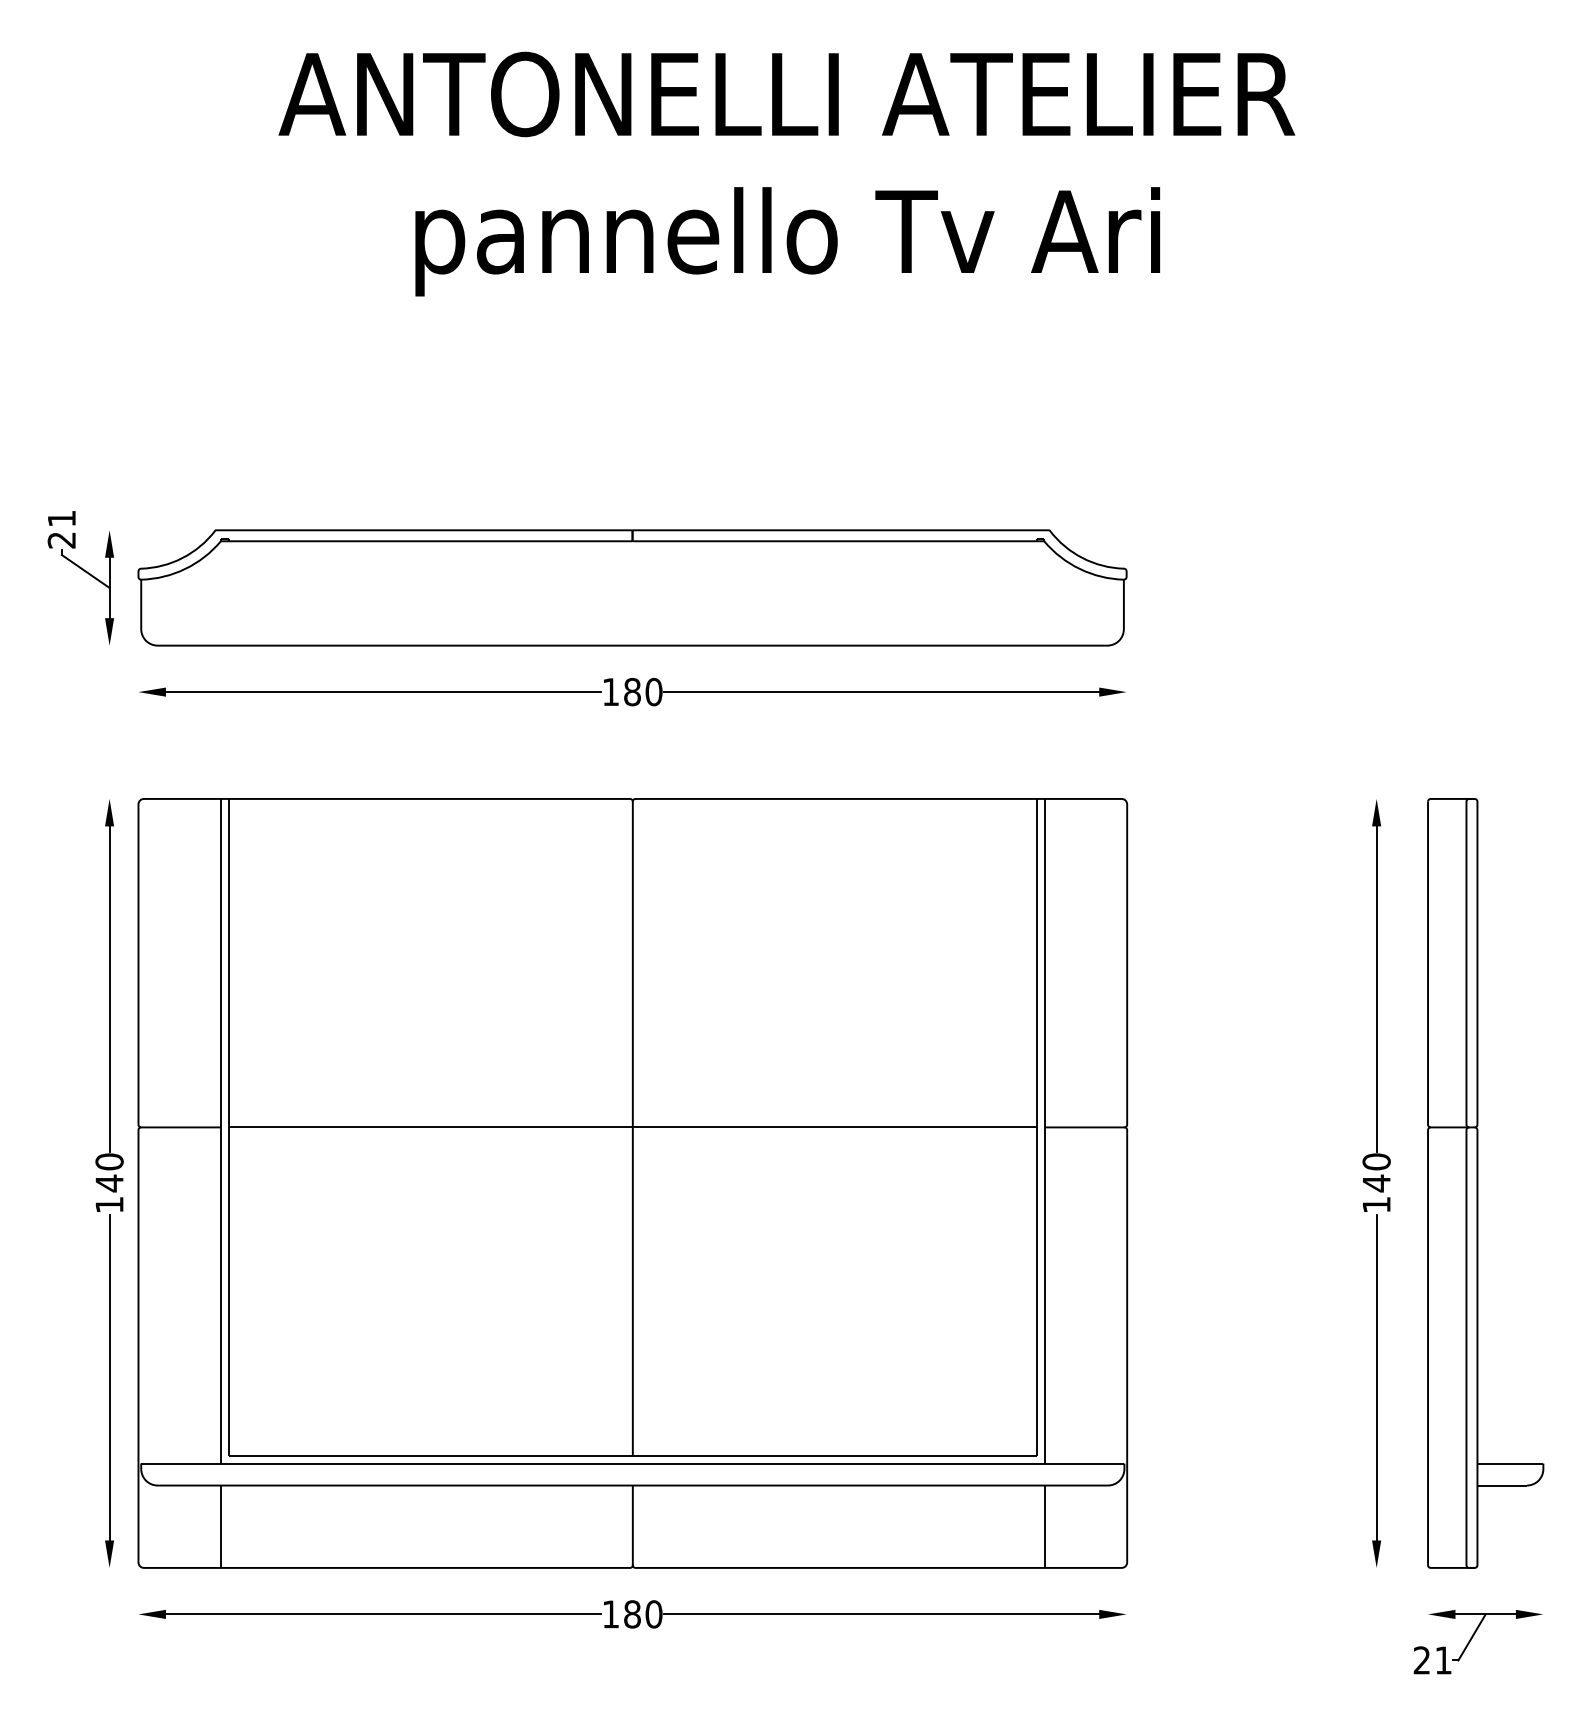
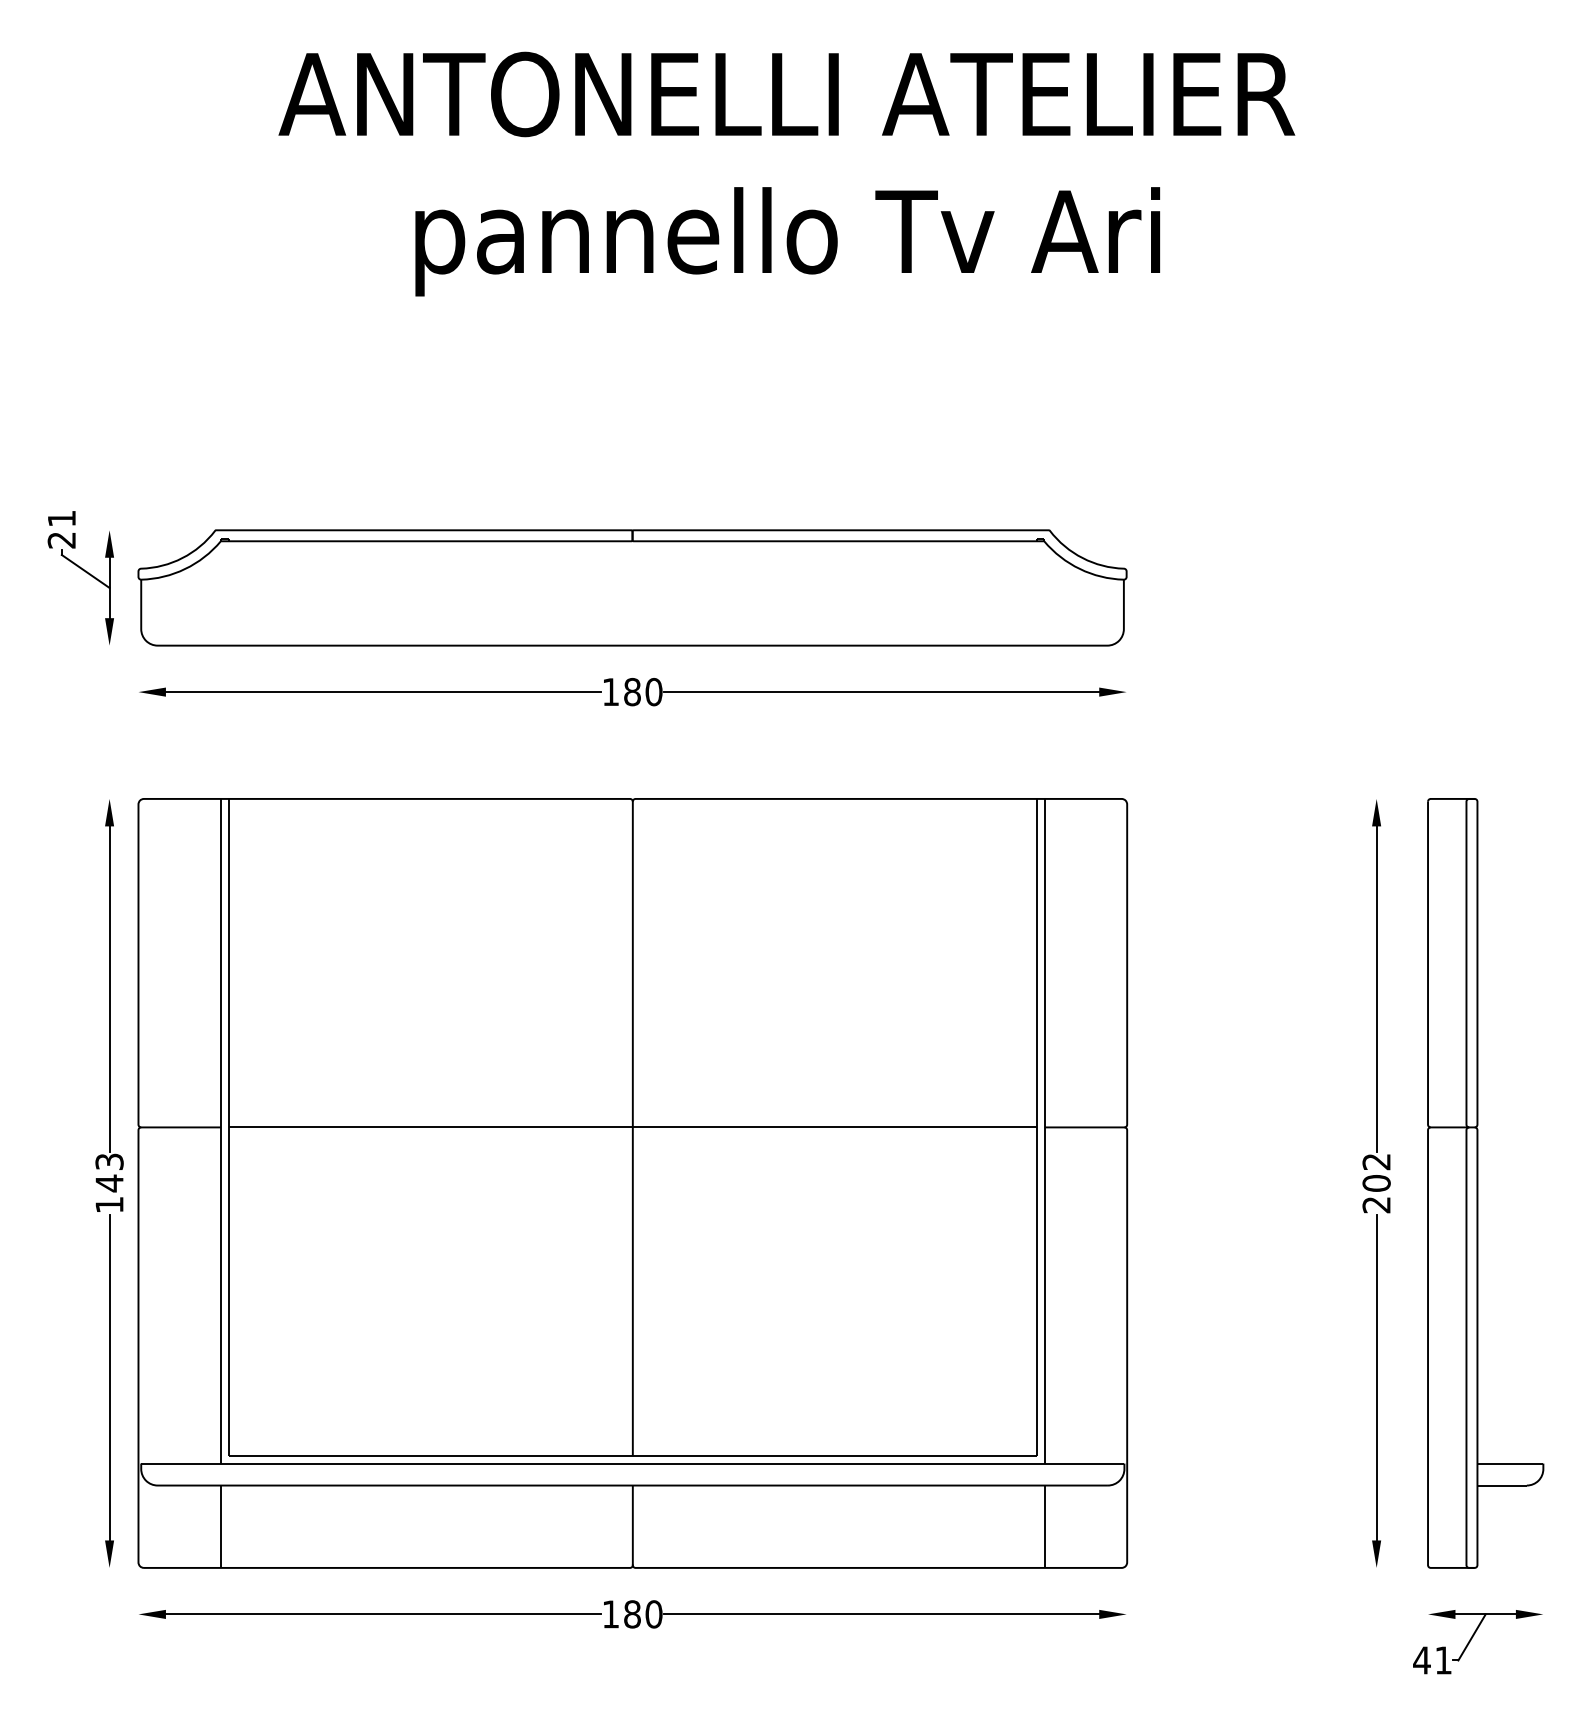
text at (109, 1161): 140 -> 143
text at (1376, 1183): 140 -> 202
text at (1421, 1660): 21 -> 41
